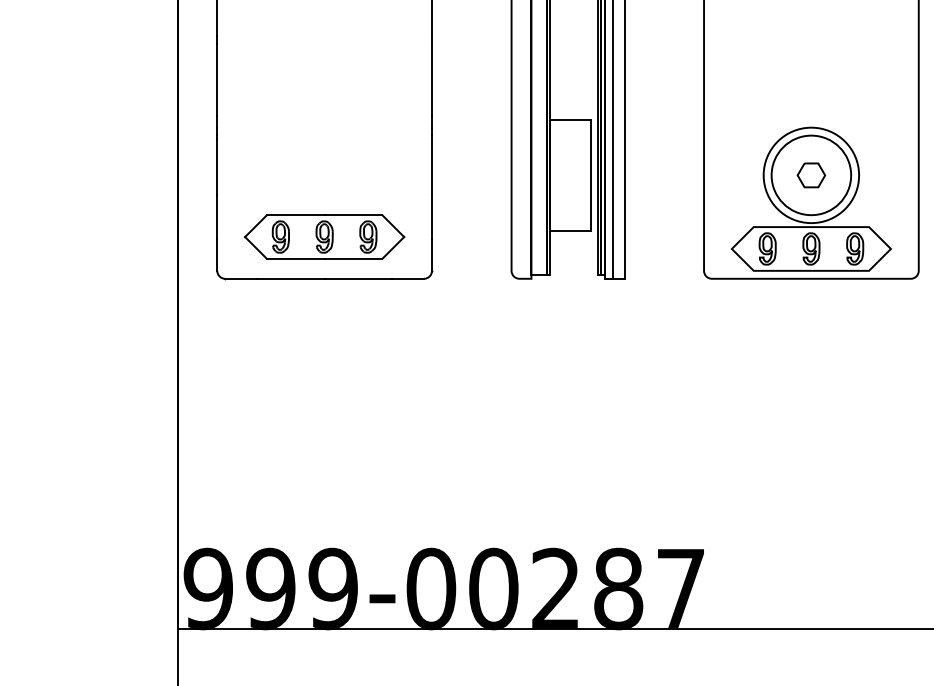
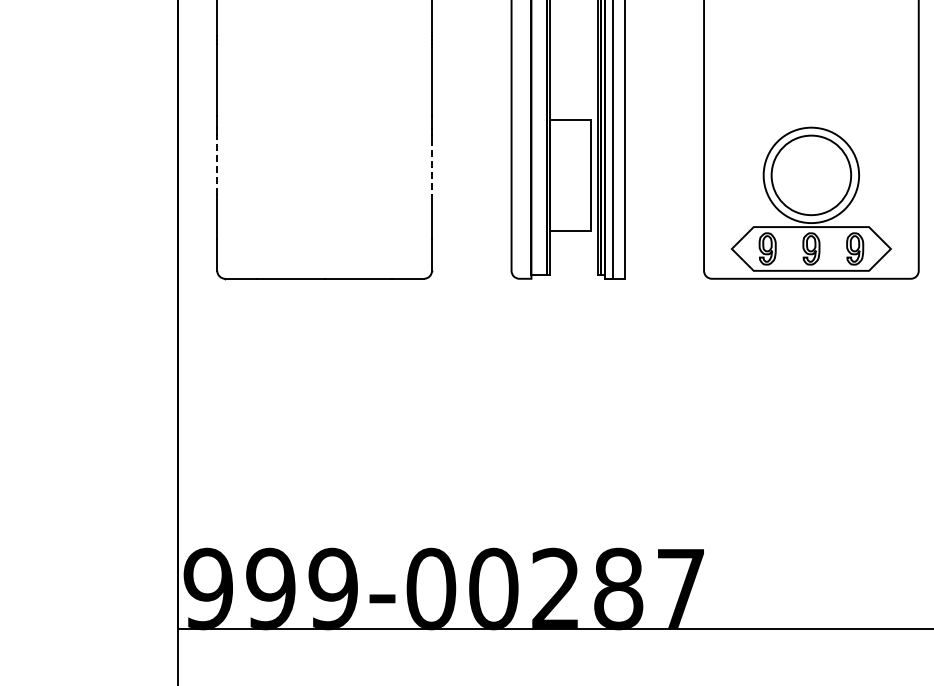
line at (217, 167): solid -> dashed
line at (432, 167): solid -> dashed
part at (811, 175): present -> none
part at (324, 236): present -> none
